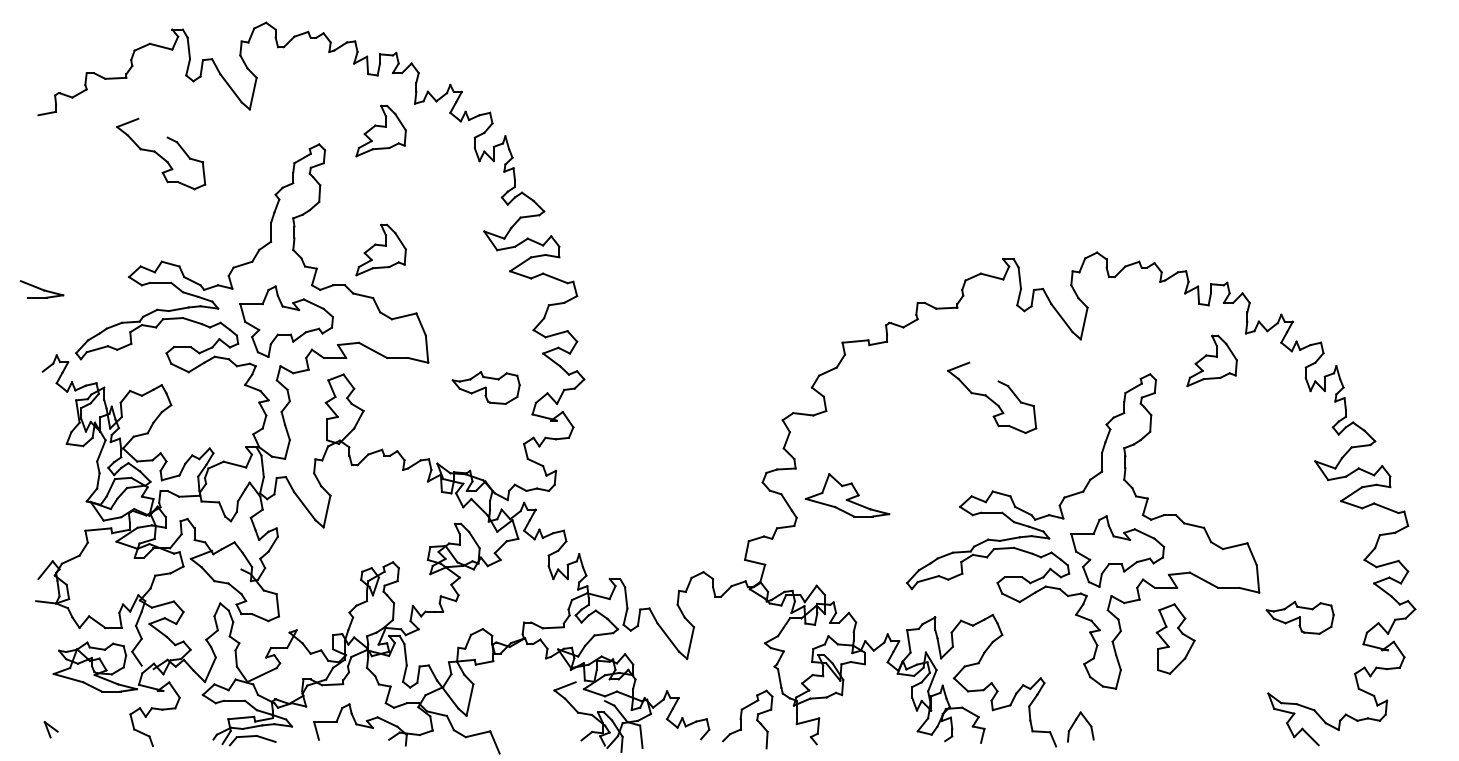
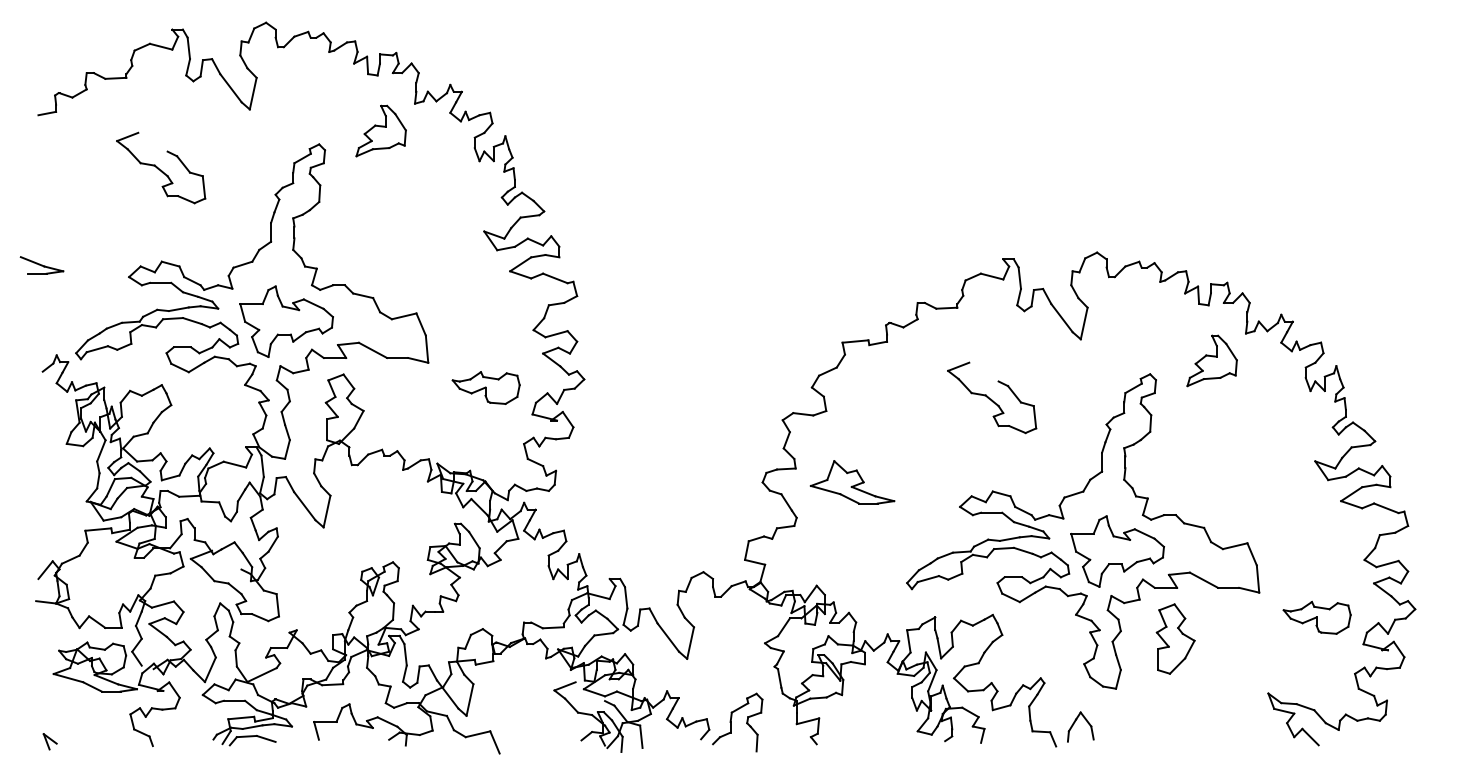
part at (161, 153) position: (161, 153) -> (161, 167)
part at (380, 249): present -> none
part at (41, 289) position: (41, 289) -> (41, 265)
part at (847, 495) position: (847, 495) -> (852, 482)
part at (1299, 617) position: (1299, 617) -> (1316, 617)
part at (747, 719) position: (747, 719) -> (737, 722)
part at (50, 729) position: (50, 729) -> (49, 741)
